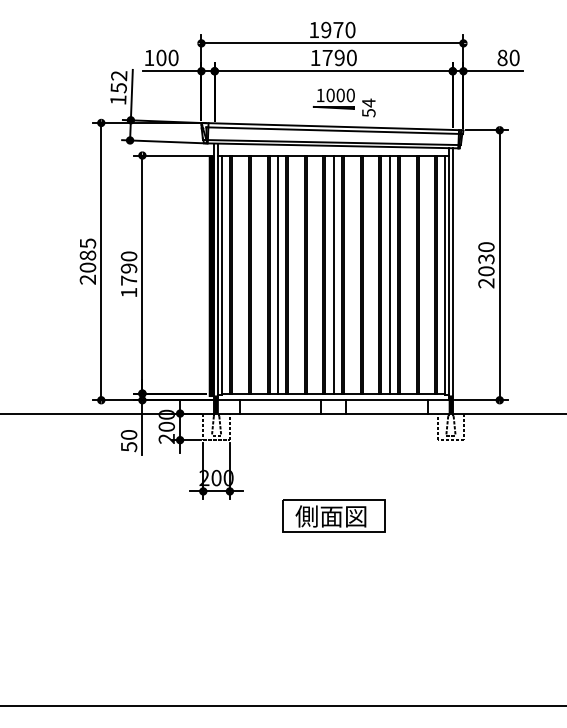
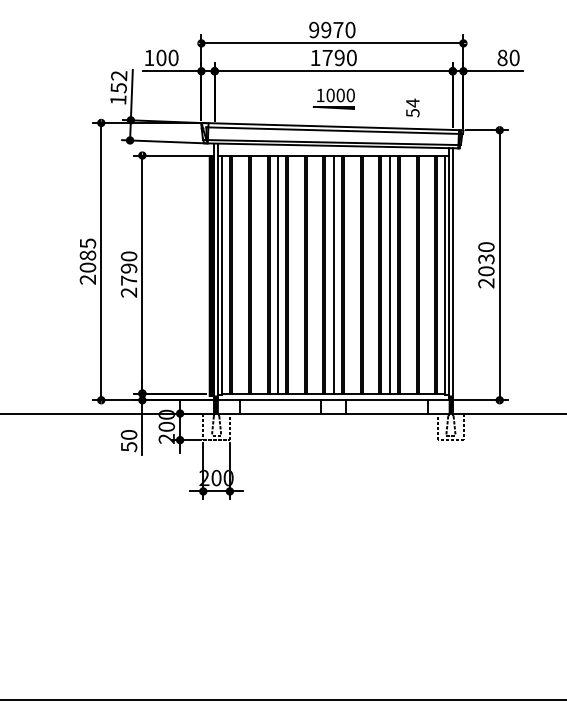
text at (314, 29): 1970 -> 9970
text at (368, 107) position: (368, 107) -> (412, 107)
text at (128, 292): 1790 -> 2790
part at (333, 515): present -> none
line at (282, 706) position: (282, 706) -> (282, 700)
